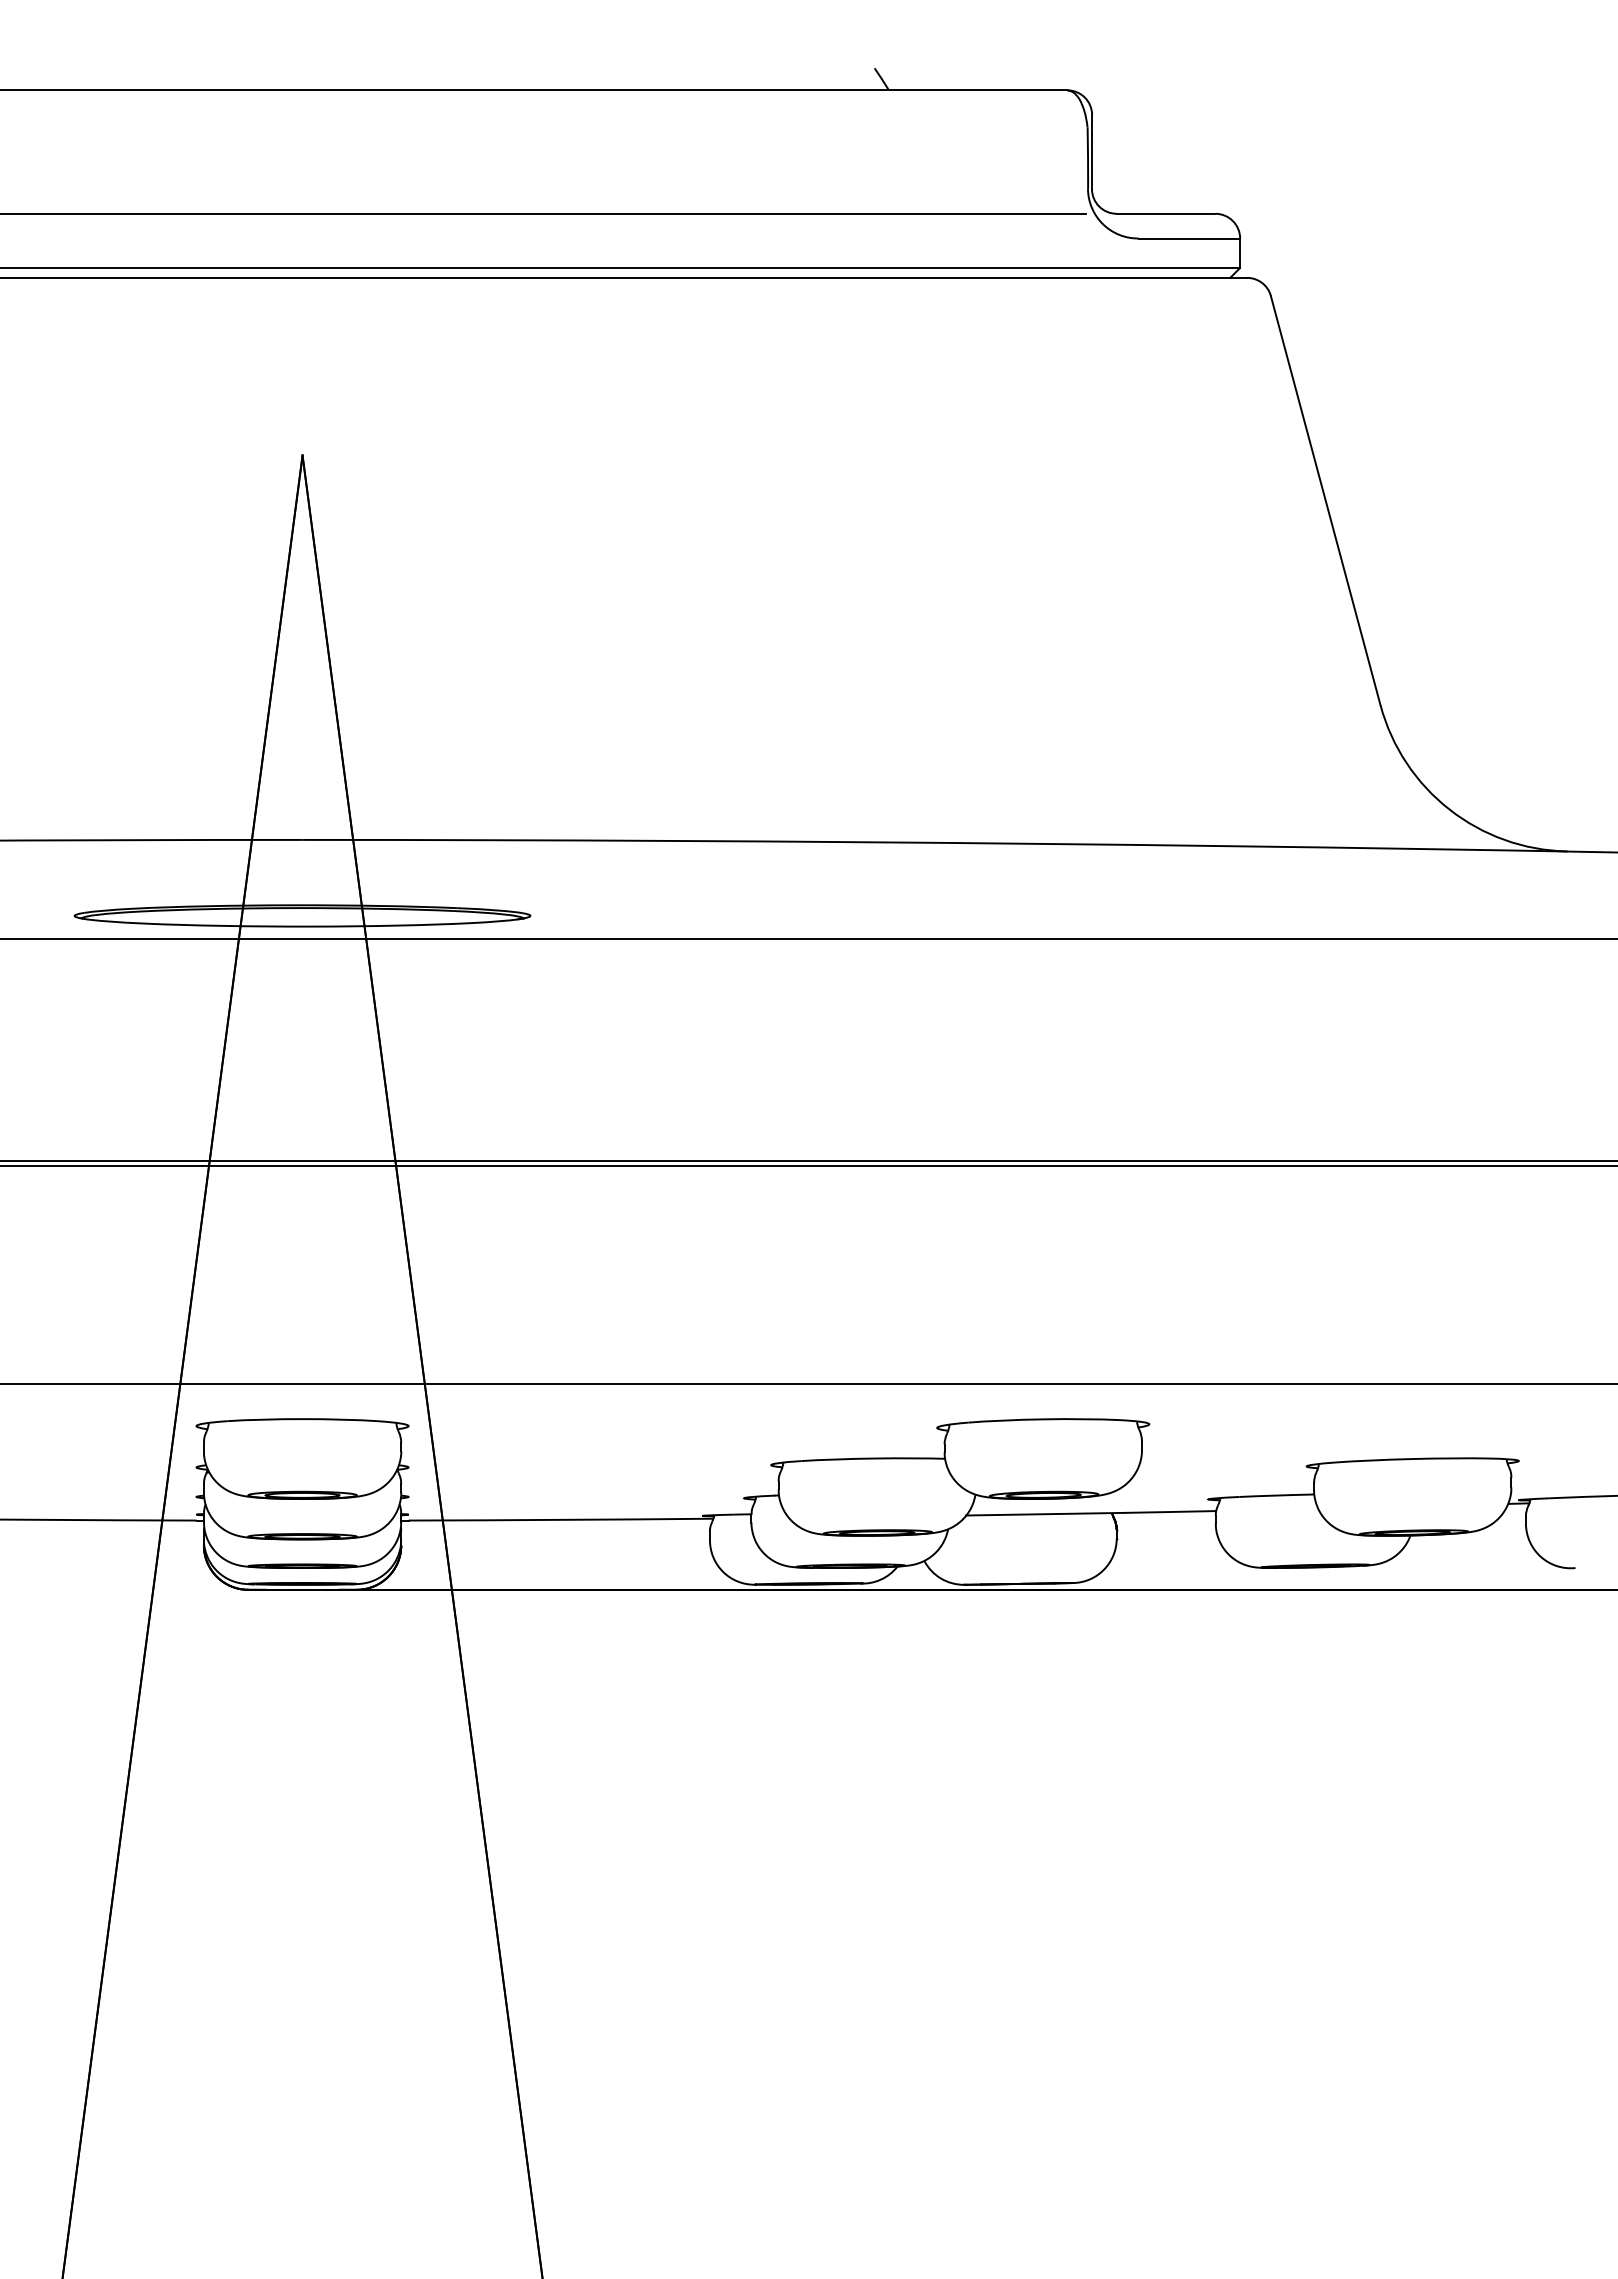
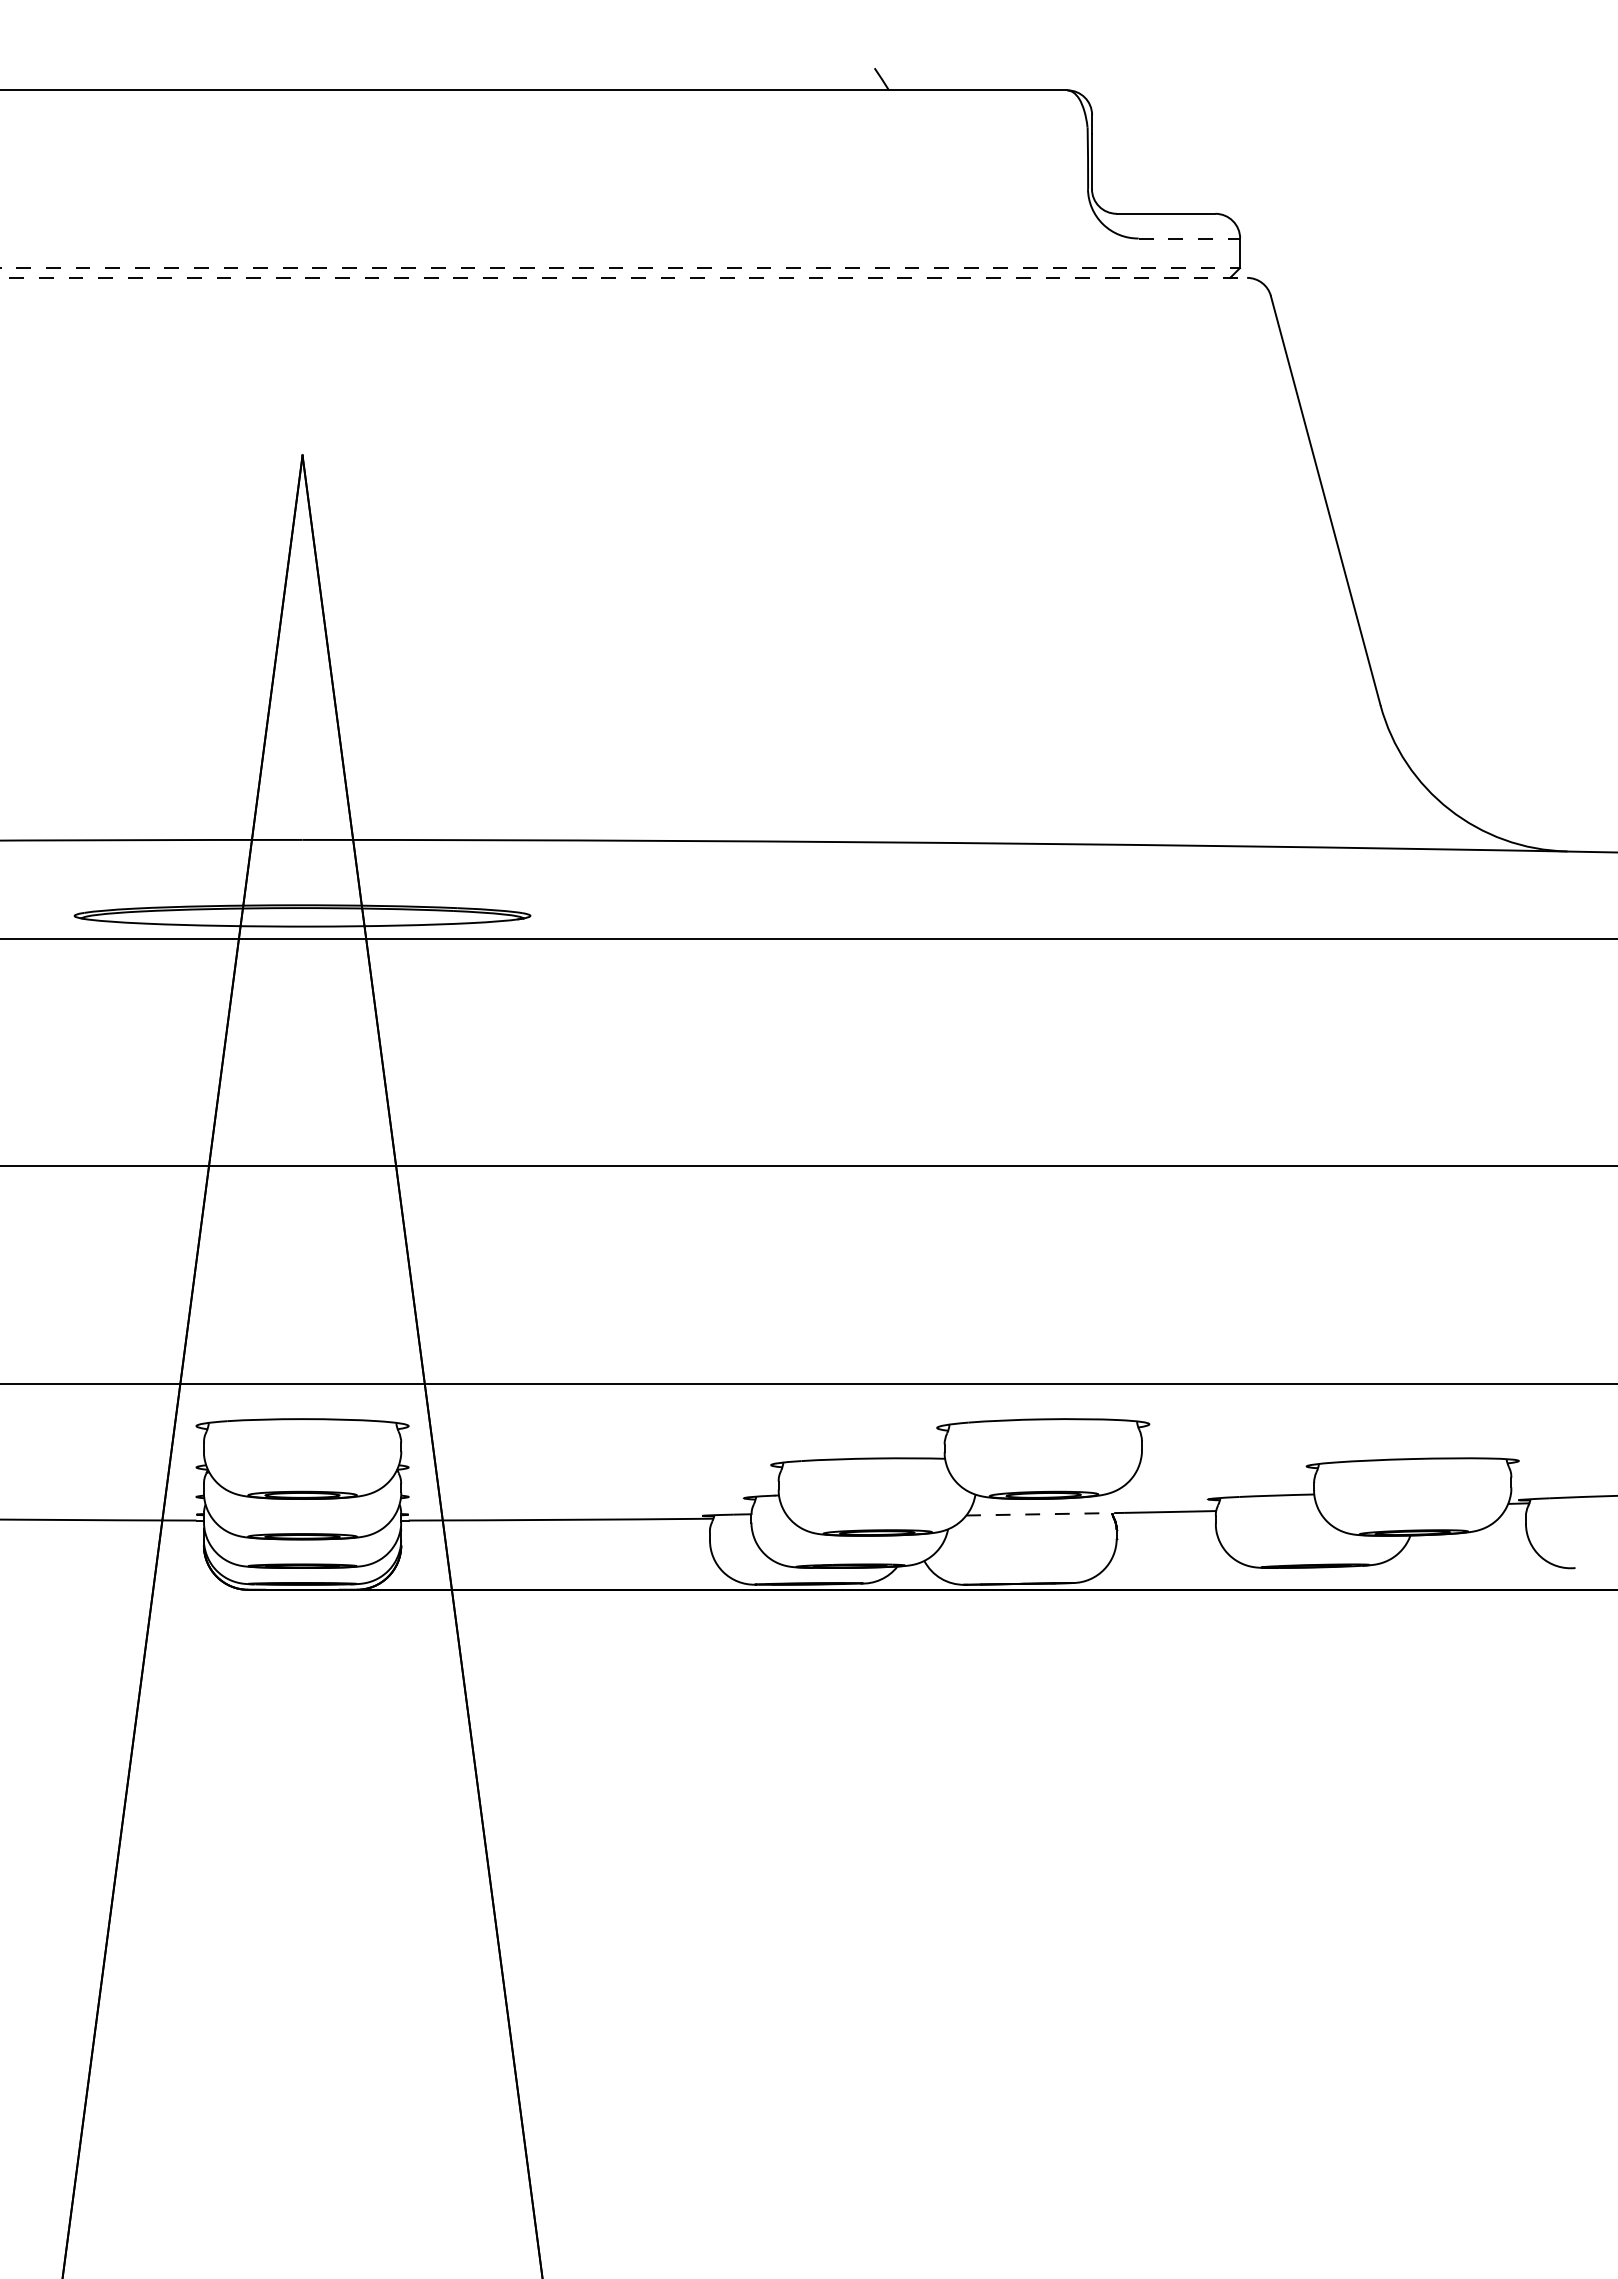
line at (543, 213): present -> none
line at (1189, 238): solid -> dashed
line at (620, 268): solid -> dashed
line at (624, 277): solid -> dashed
line at (808, 1161): present -> none
line at (1045, 1514): solid -> dashed
